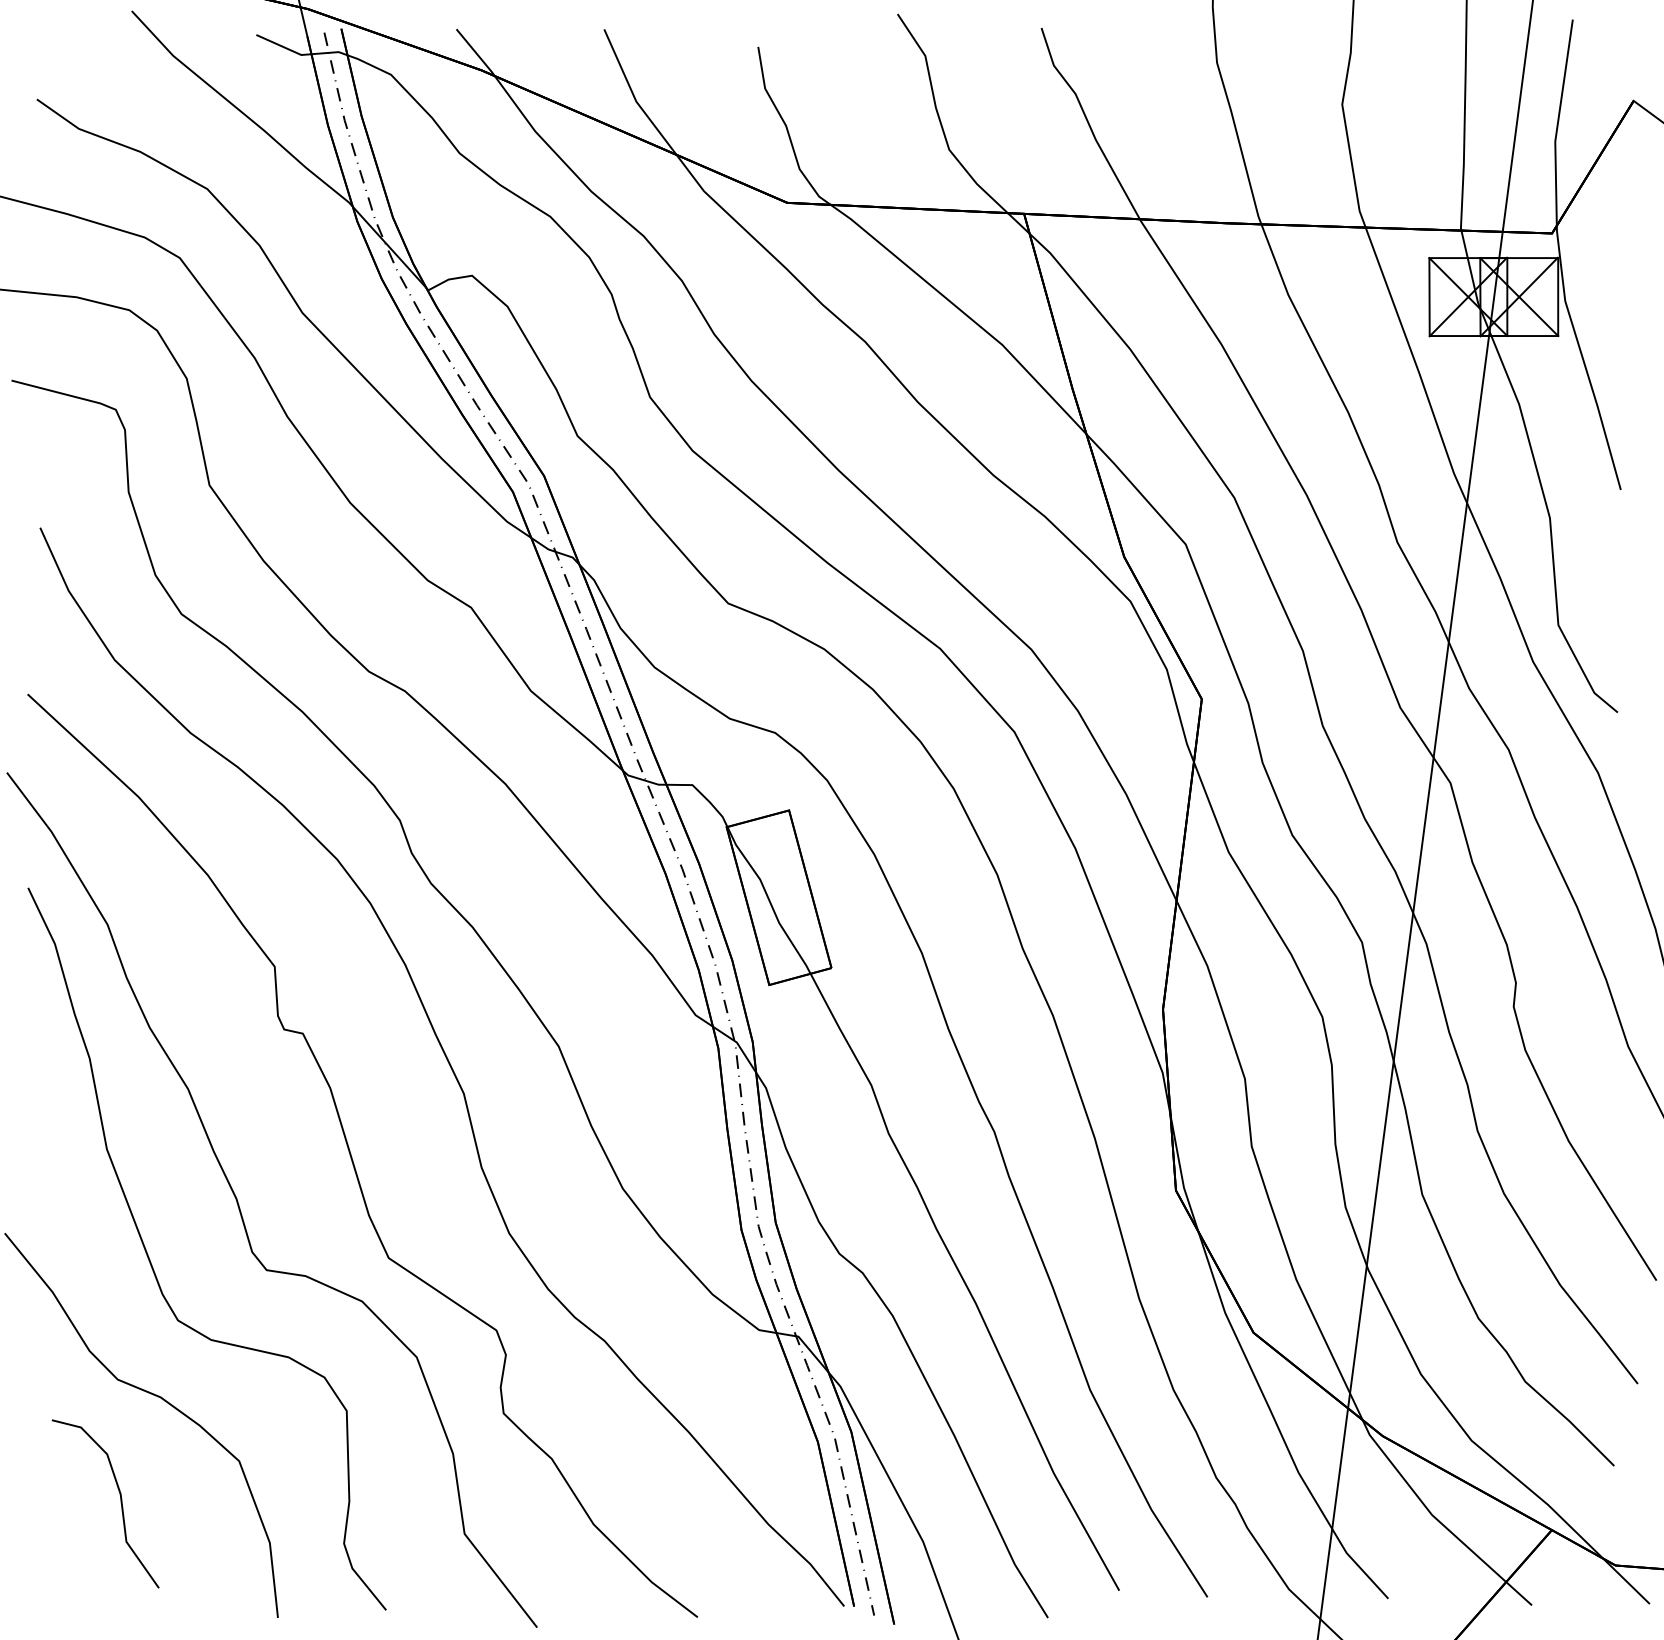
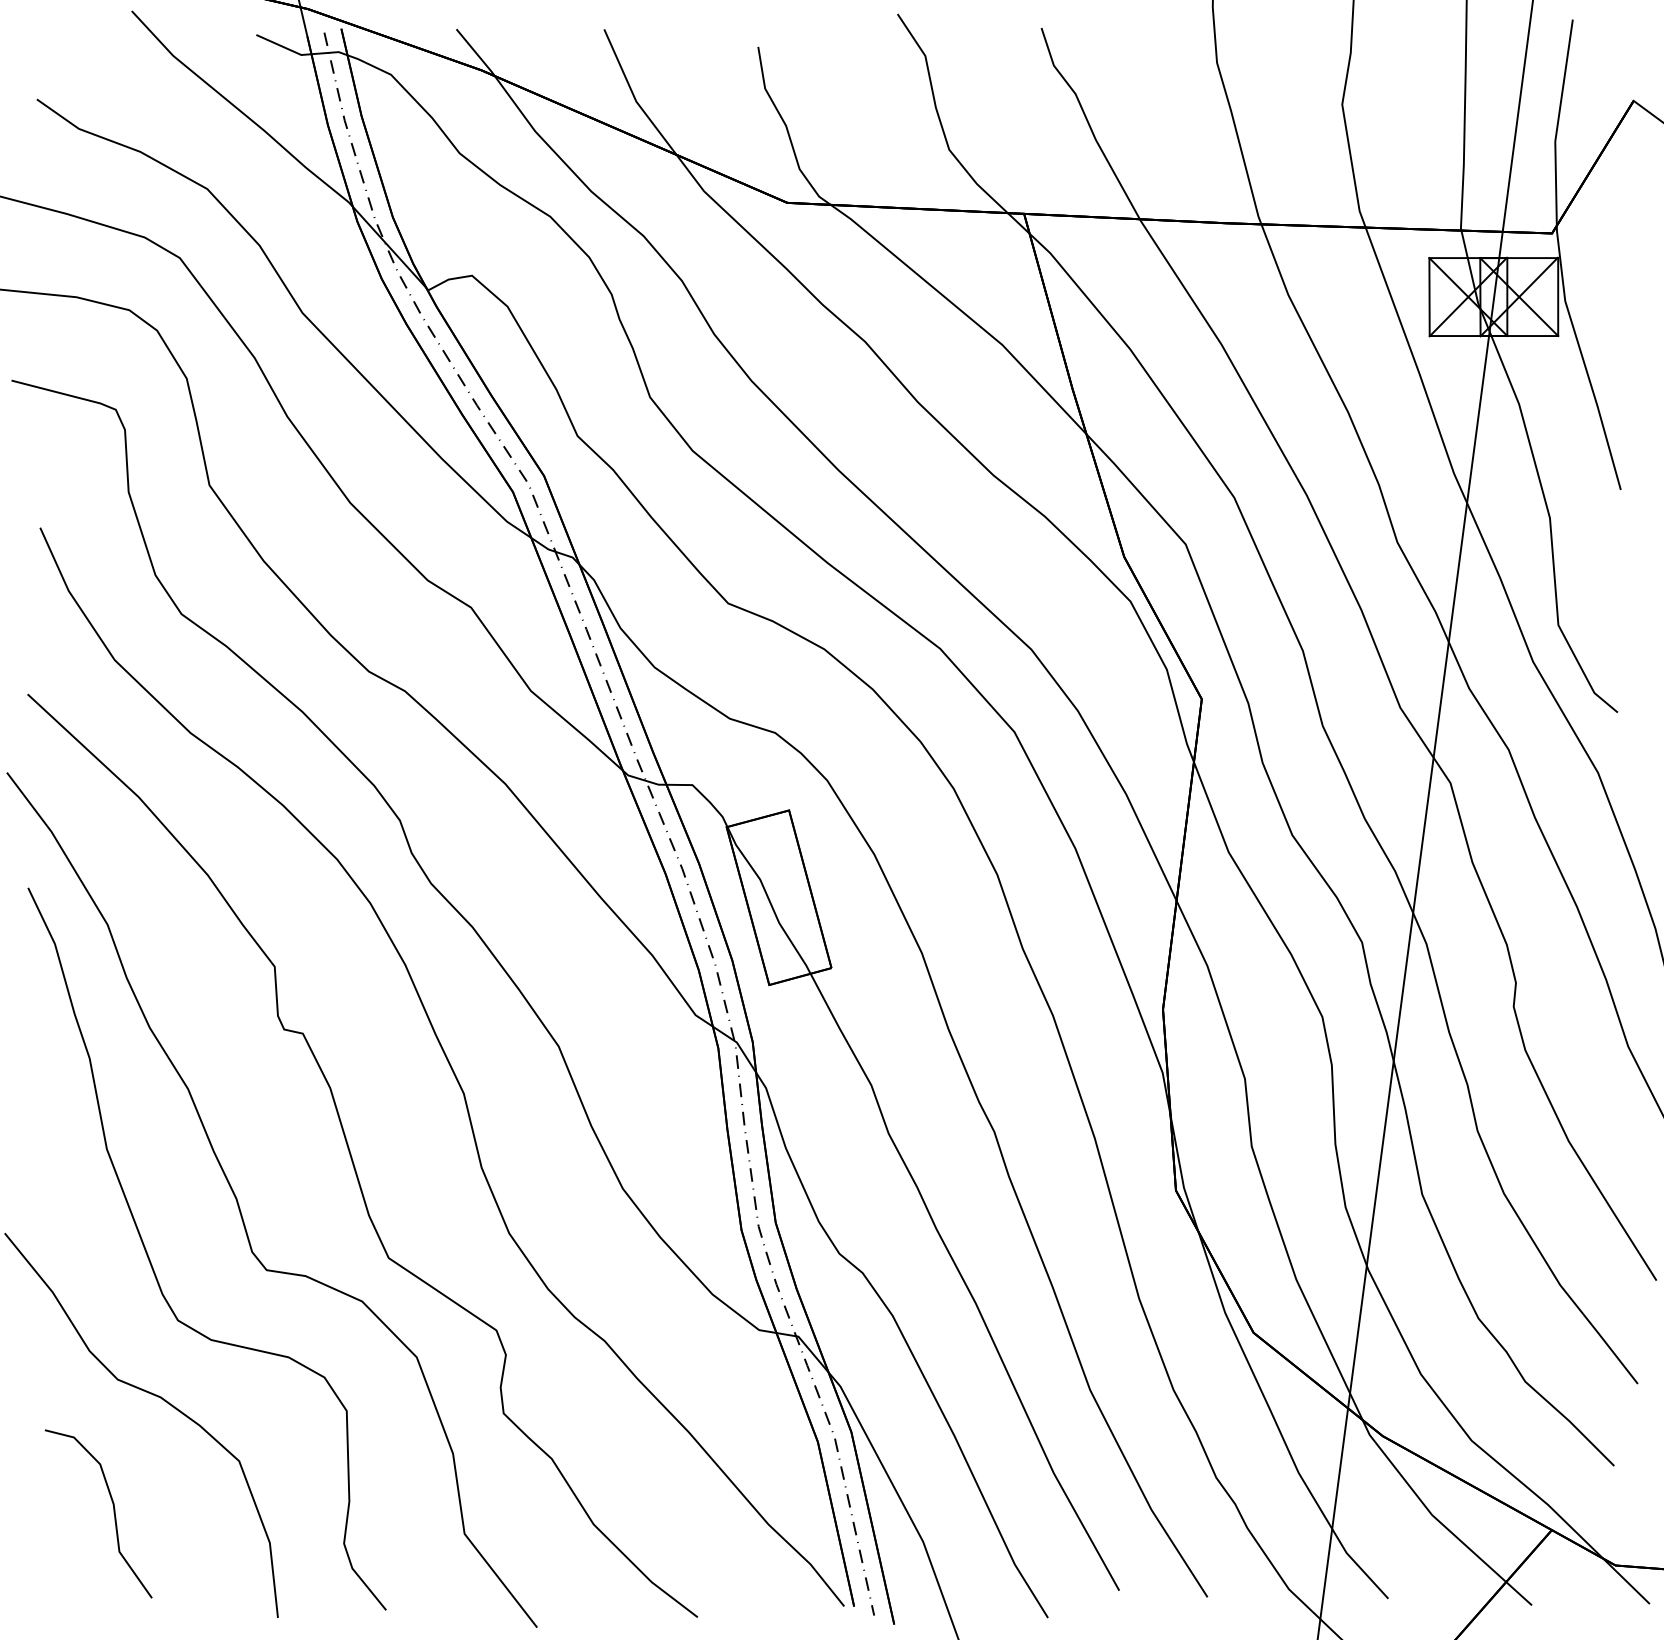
curve at (120, 1503) position: (120, 1503) -> (113, 1513)
